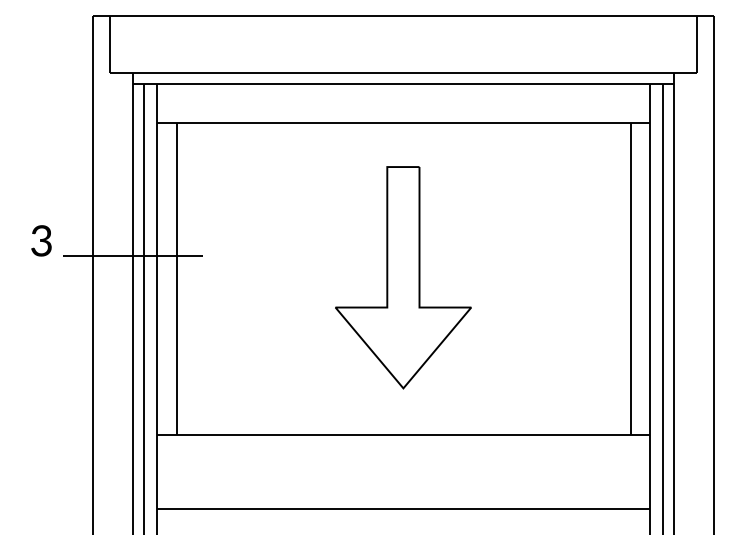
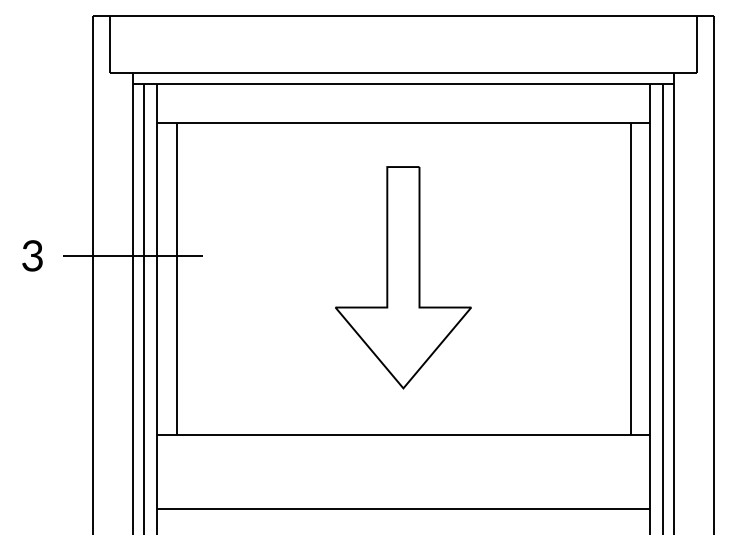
text at (41, 240) position: (41, 240) -> (32, 255)
